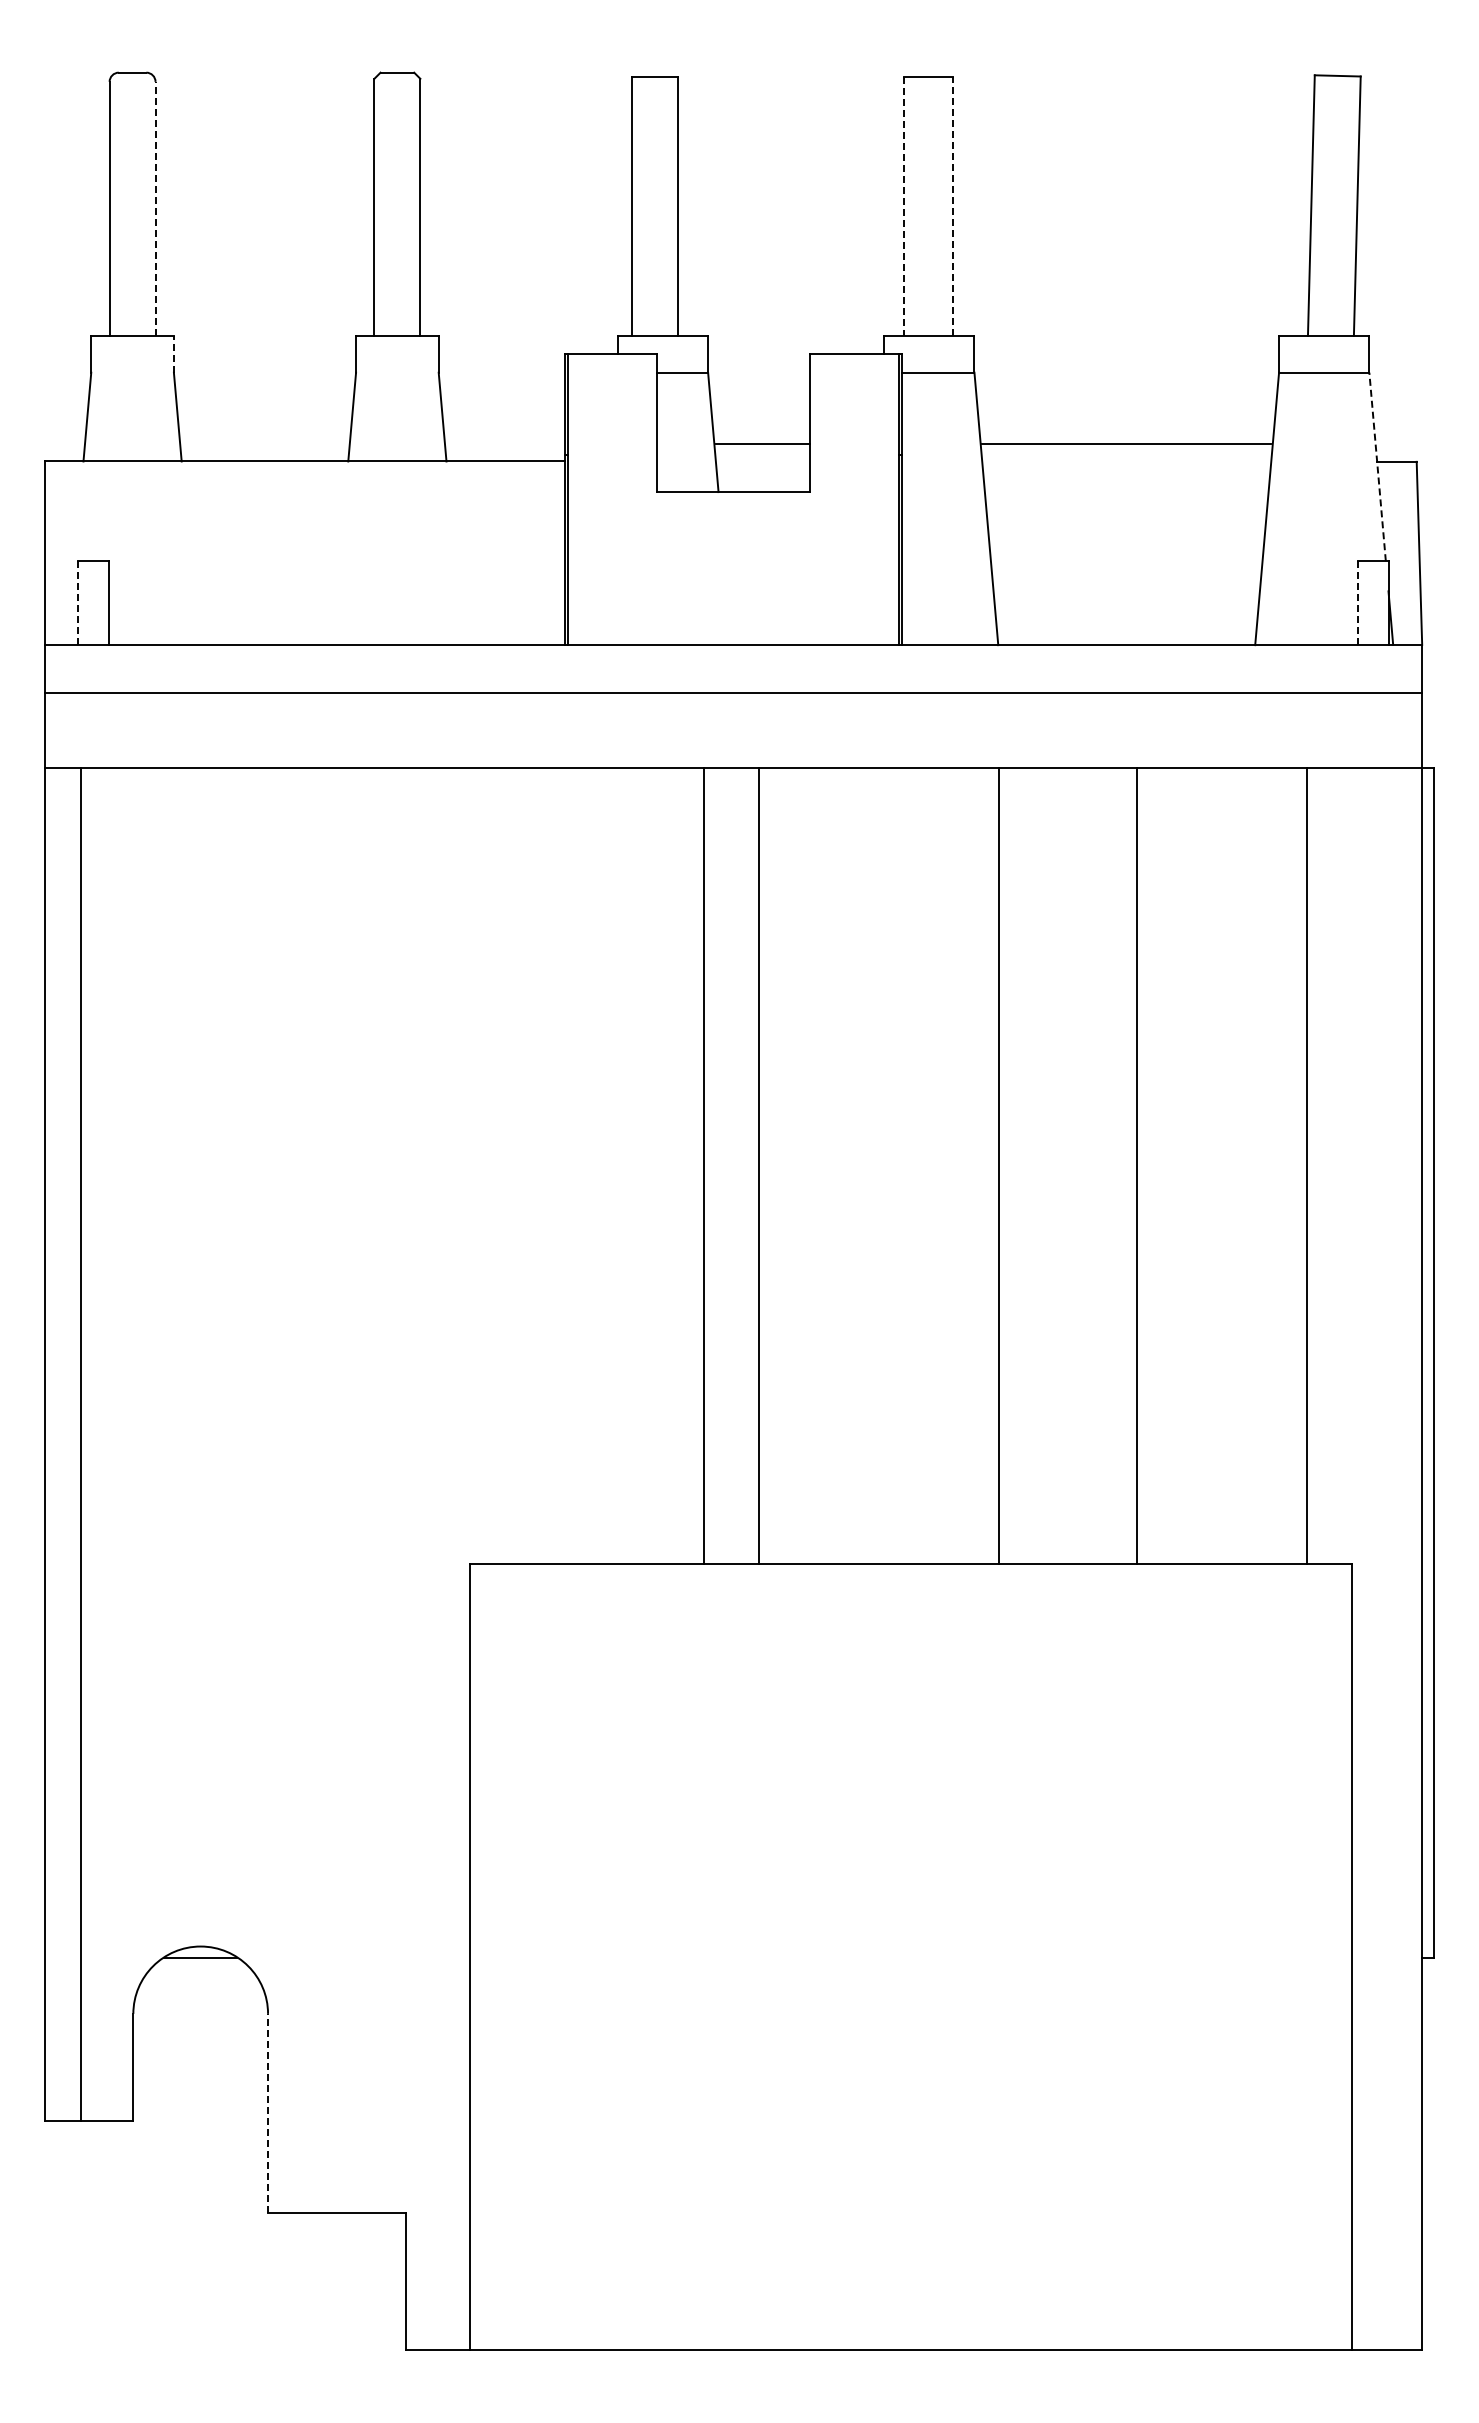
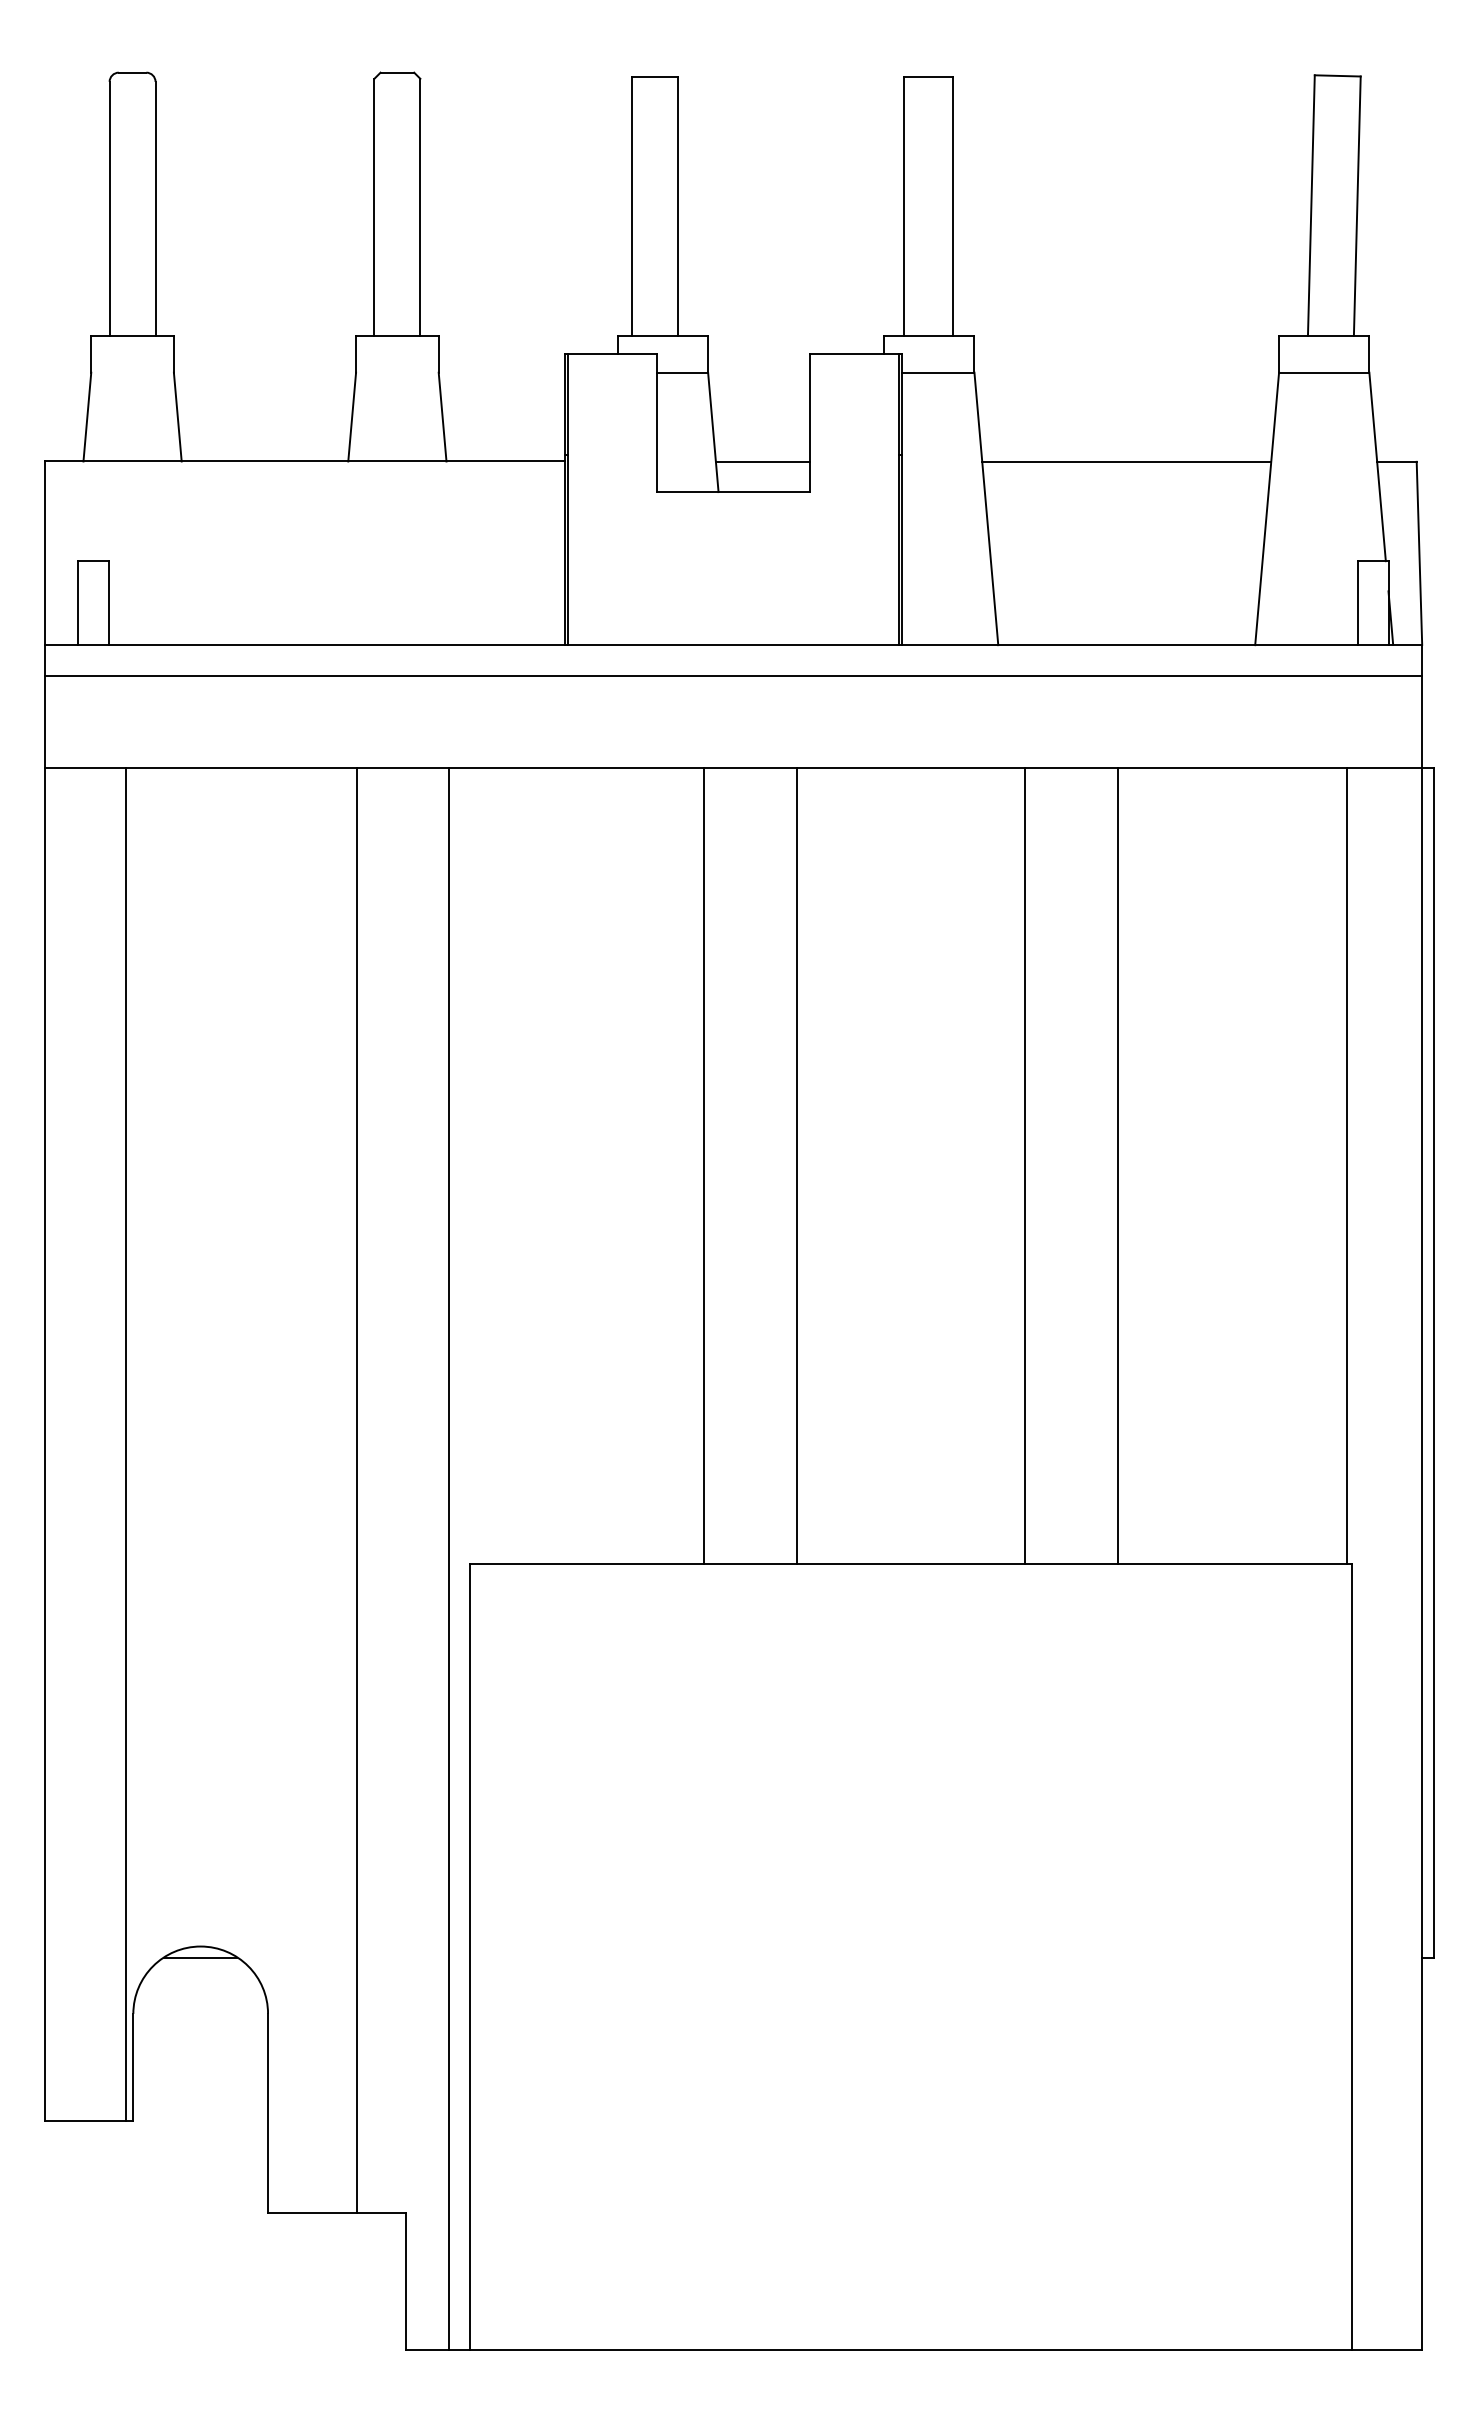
line at (953, 206): dashed -> solid
line at (904, 207): dashed -> solid
line at (155, 208): dashed -> solid
line at (173, 353): dashed -> solid
line at (762, 443) position: (762, 443) -> (762, 461)
line at (1126, 443) position: (1126, 443) -> (1126, 461)
line at (1377, 466): dashed -> solid
line at (78, 603): dashed -> solid
line at (1357, 603): dashed -> solid
line at (733, 692) position: (733, 692) -> (733, 675)
line at (758, 1165) position: (758, 1165) -> (796, 1165)
line at (999, 1165) position: (999, 1165) -> (1025, 1165)
line at (1136, 1165) position: (1136, 1165) -> (1117, 1165)
line at (1307, 1165) position: (1307, 1165) -> (1347, 1165)
line at (80, 1443) position: (80, 1443) -> (125, 1443)
line at (356, 1489): none -> present
line at (449, 1558): none -> present
line at (268, 2112): dashed -> solid
